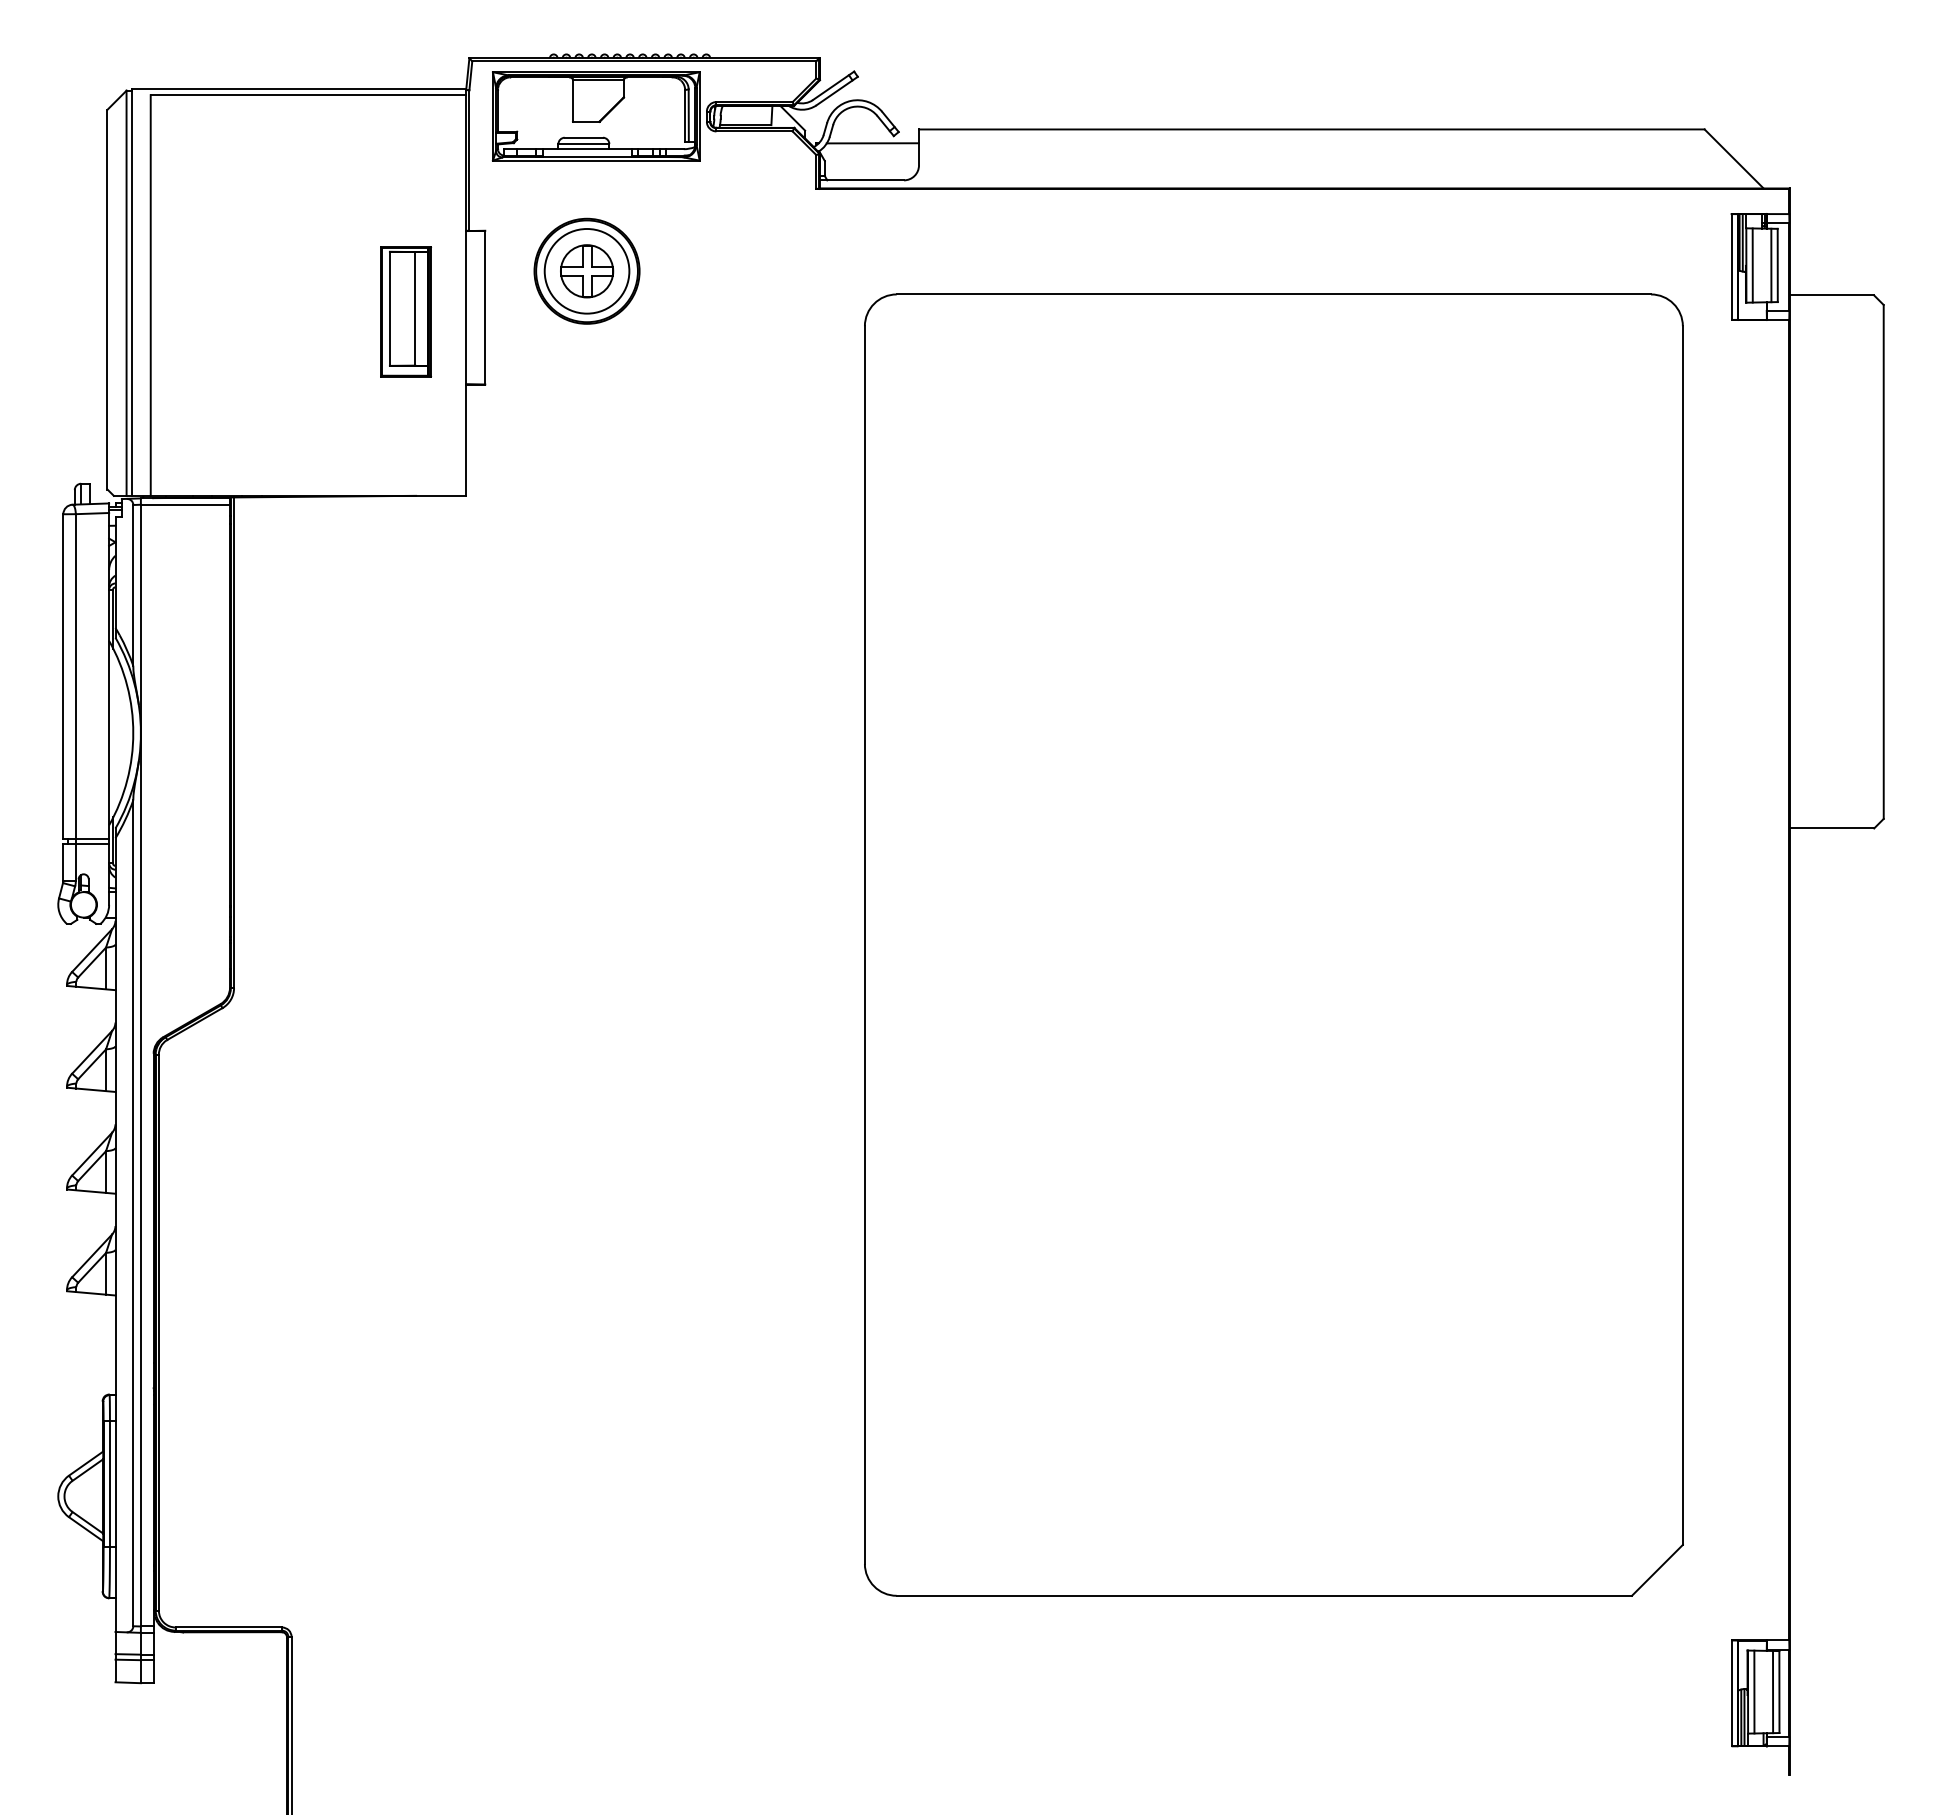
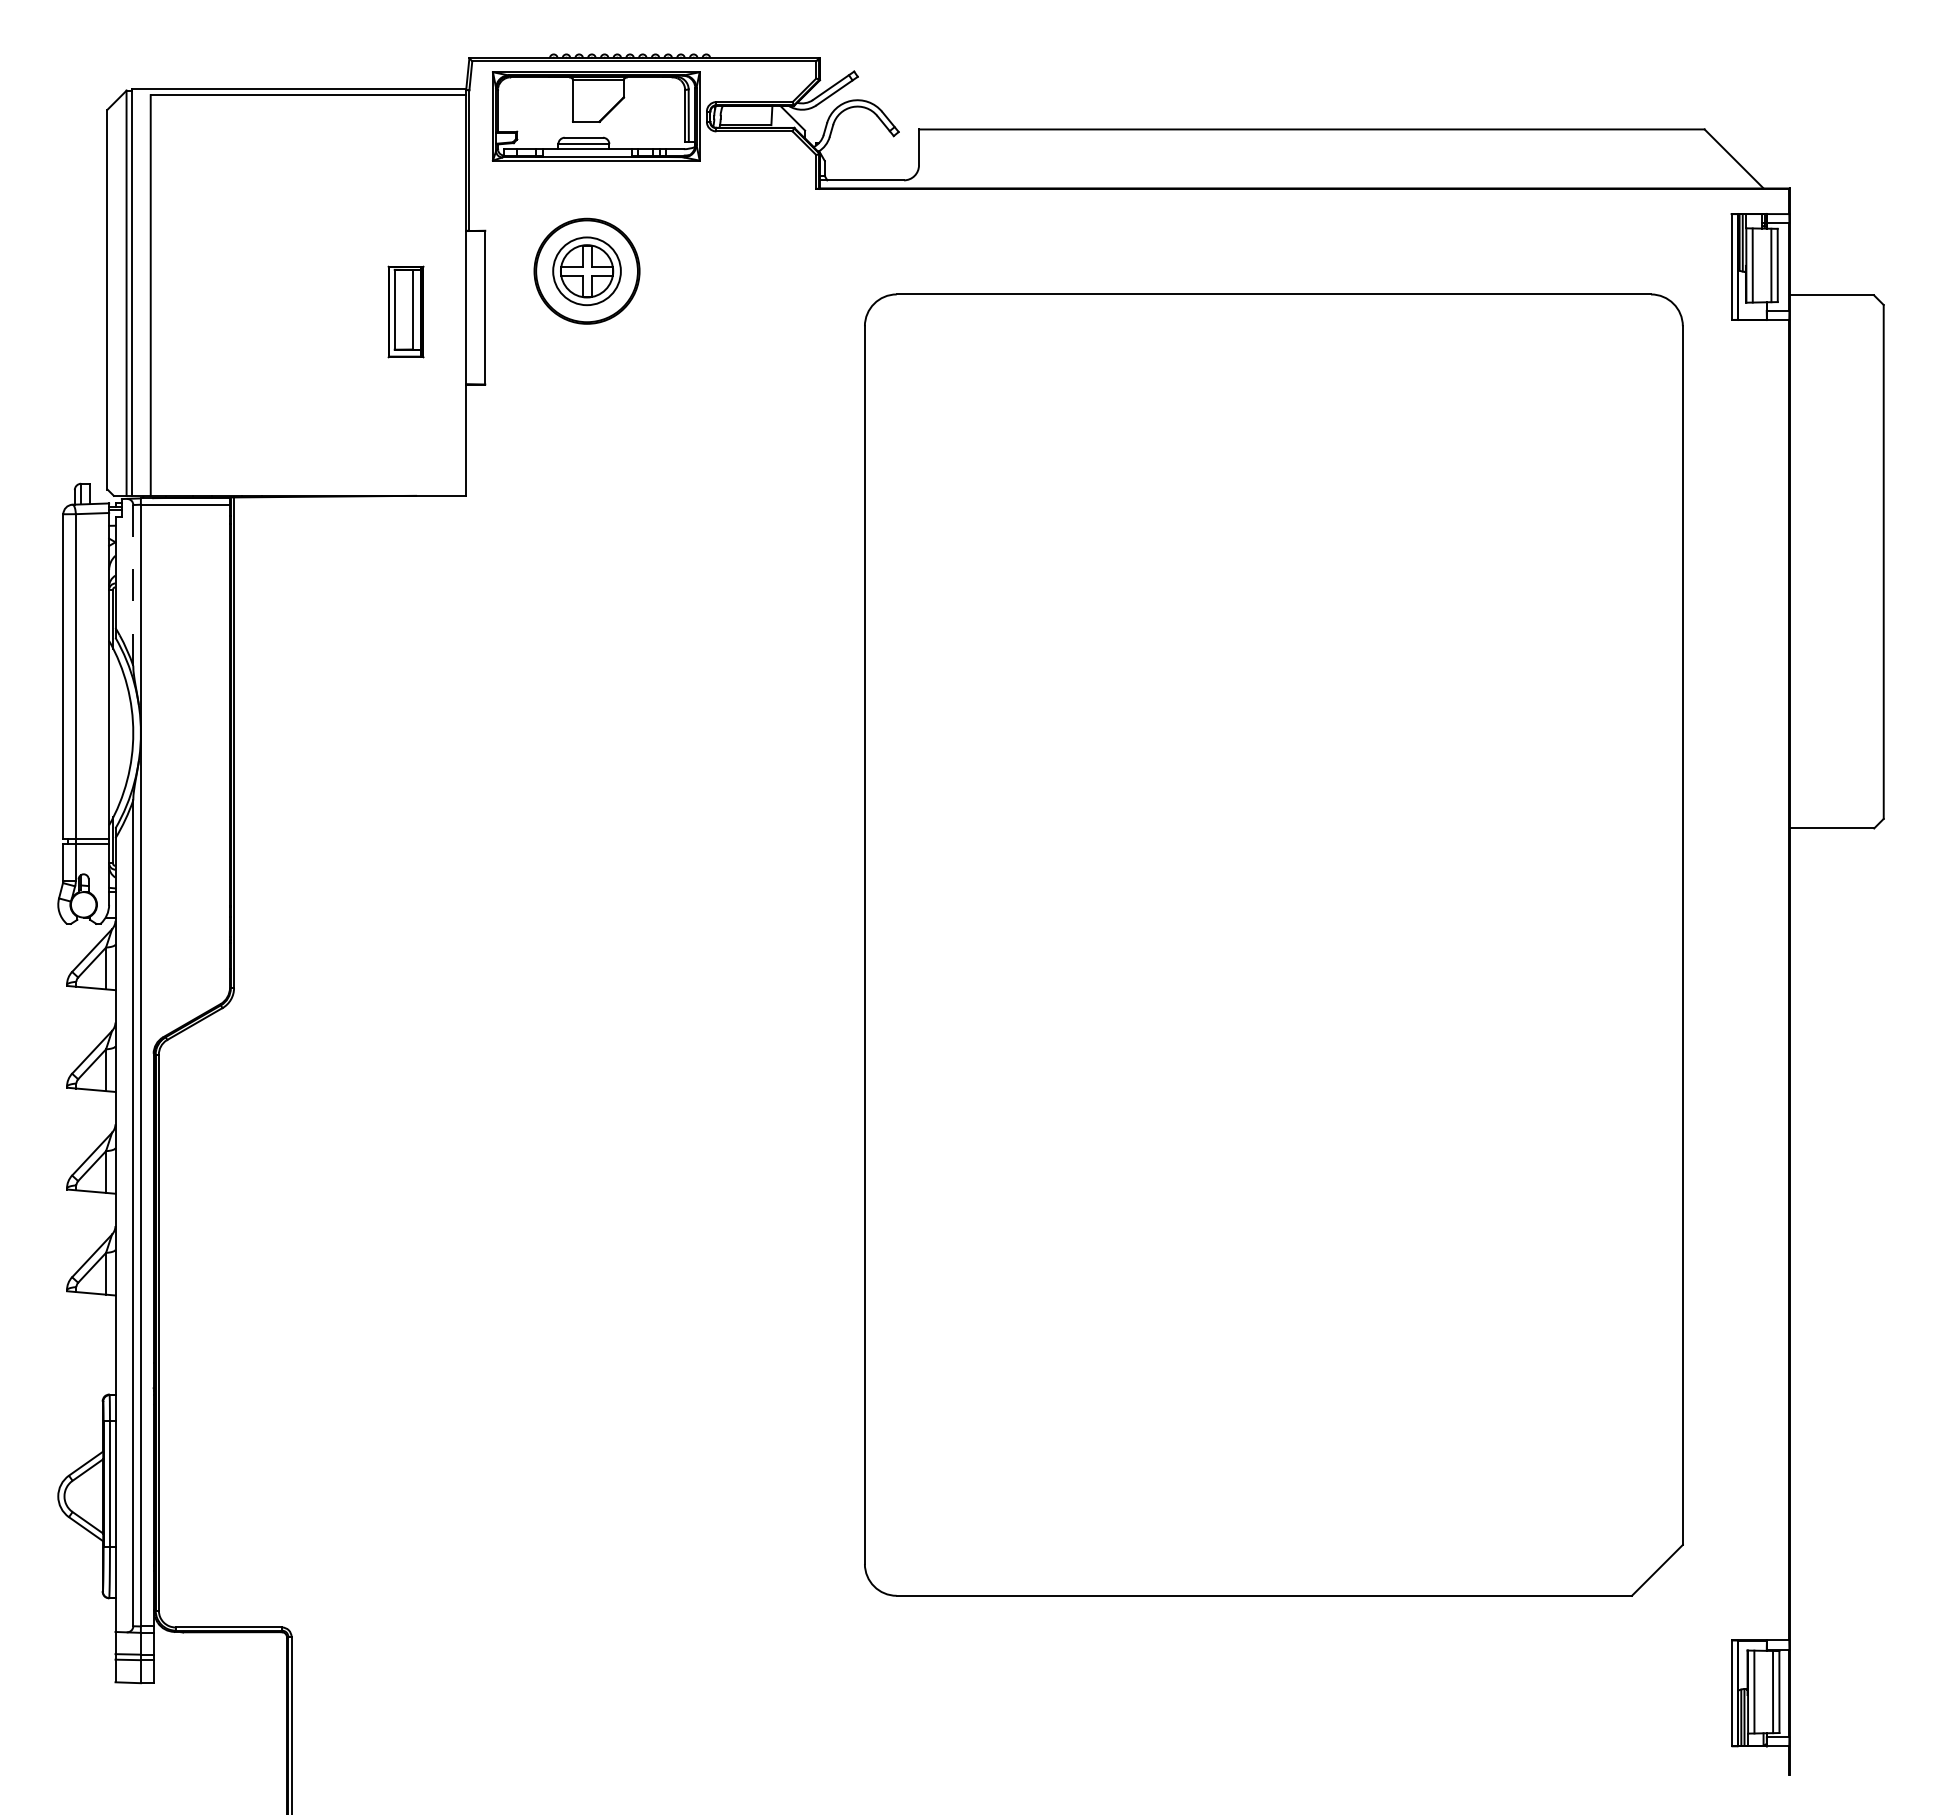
line at (872, 143): present -> none
circle at (586, 271) diameter: 85 px -> 68 px
part at (405, 311) size: 52x132 px -> 38x94 px
line at (133, 584): solid -> dashed
